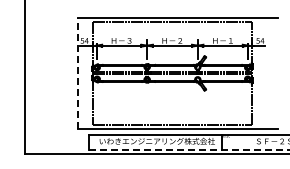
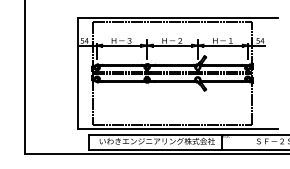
line at (77, 72): dashed -> solid
line at (189, 149): dashed -> solid
